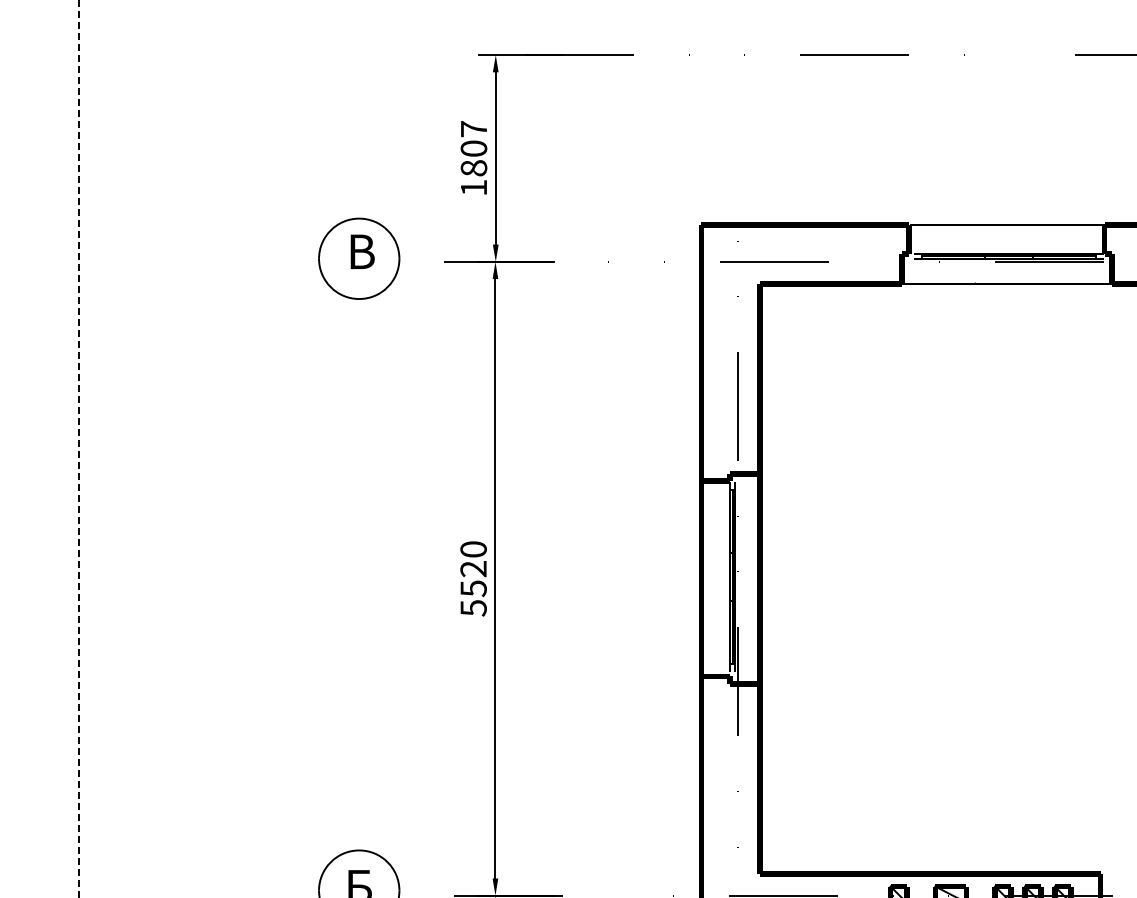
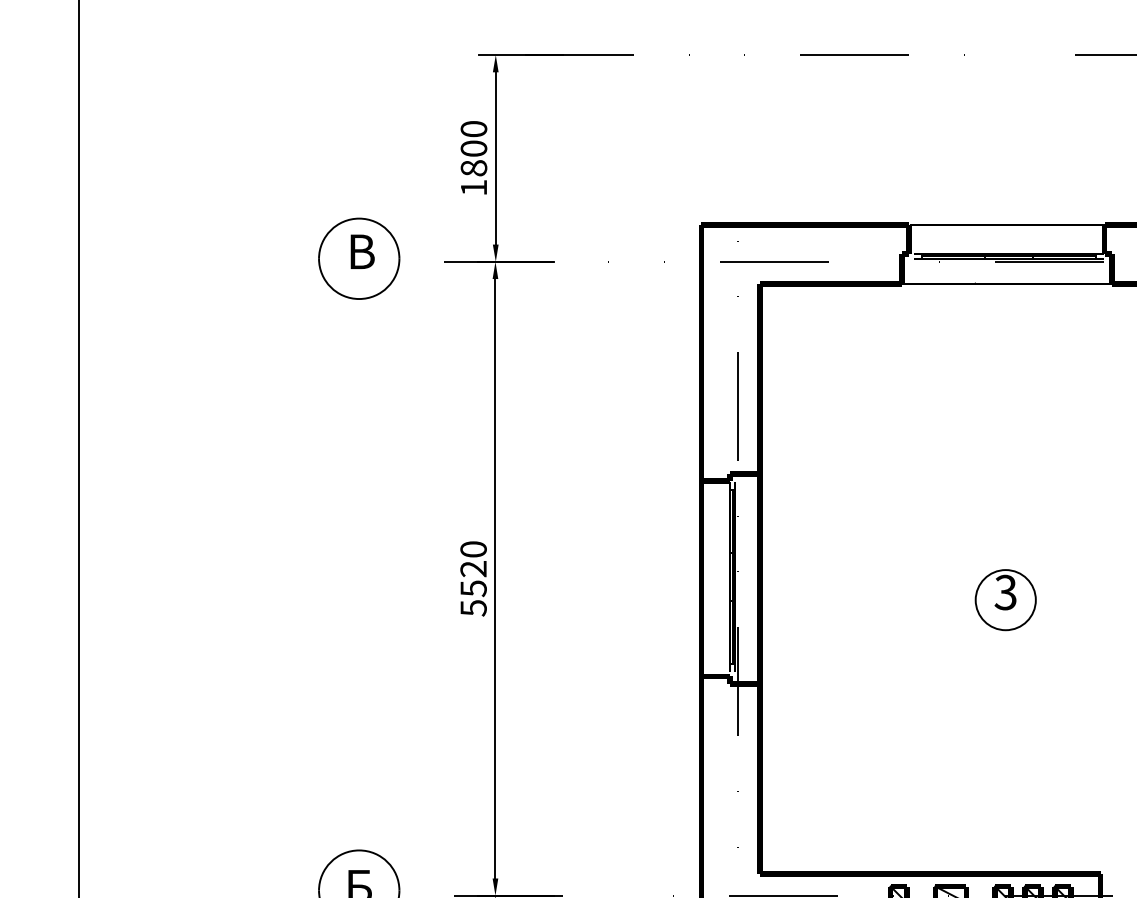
text at (473, 129): 1807 -> 1800
line at (79, 449): dashed -> solid
part at (1005, 600): none -> present
